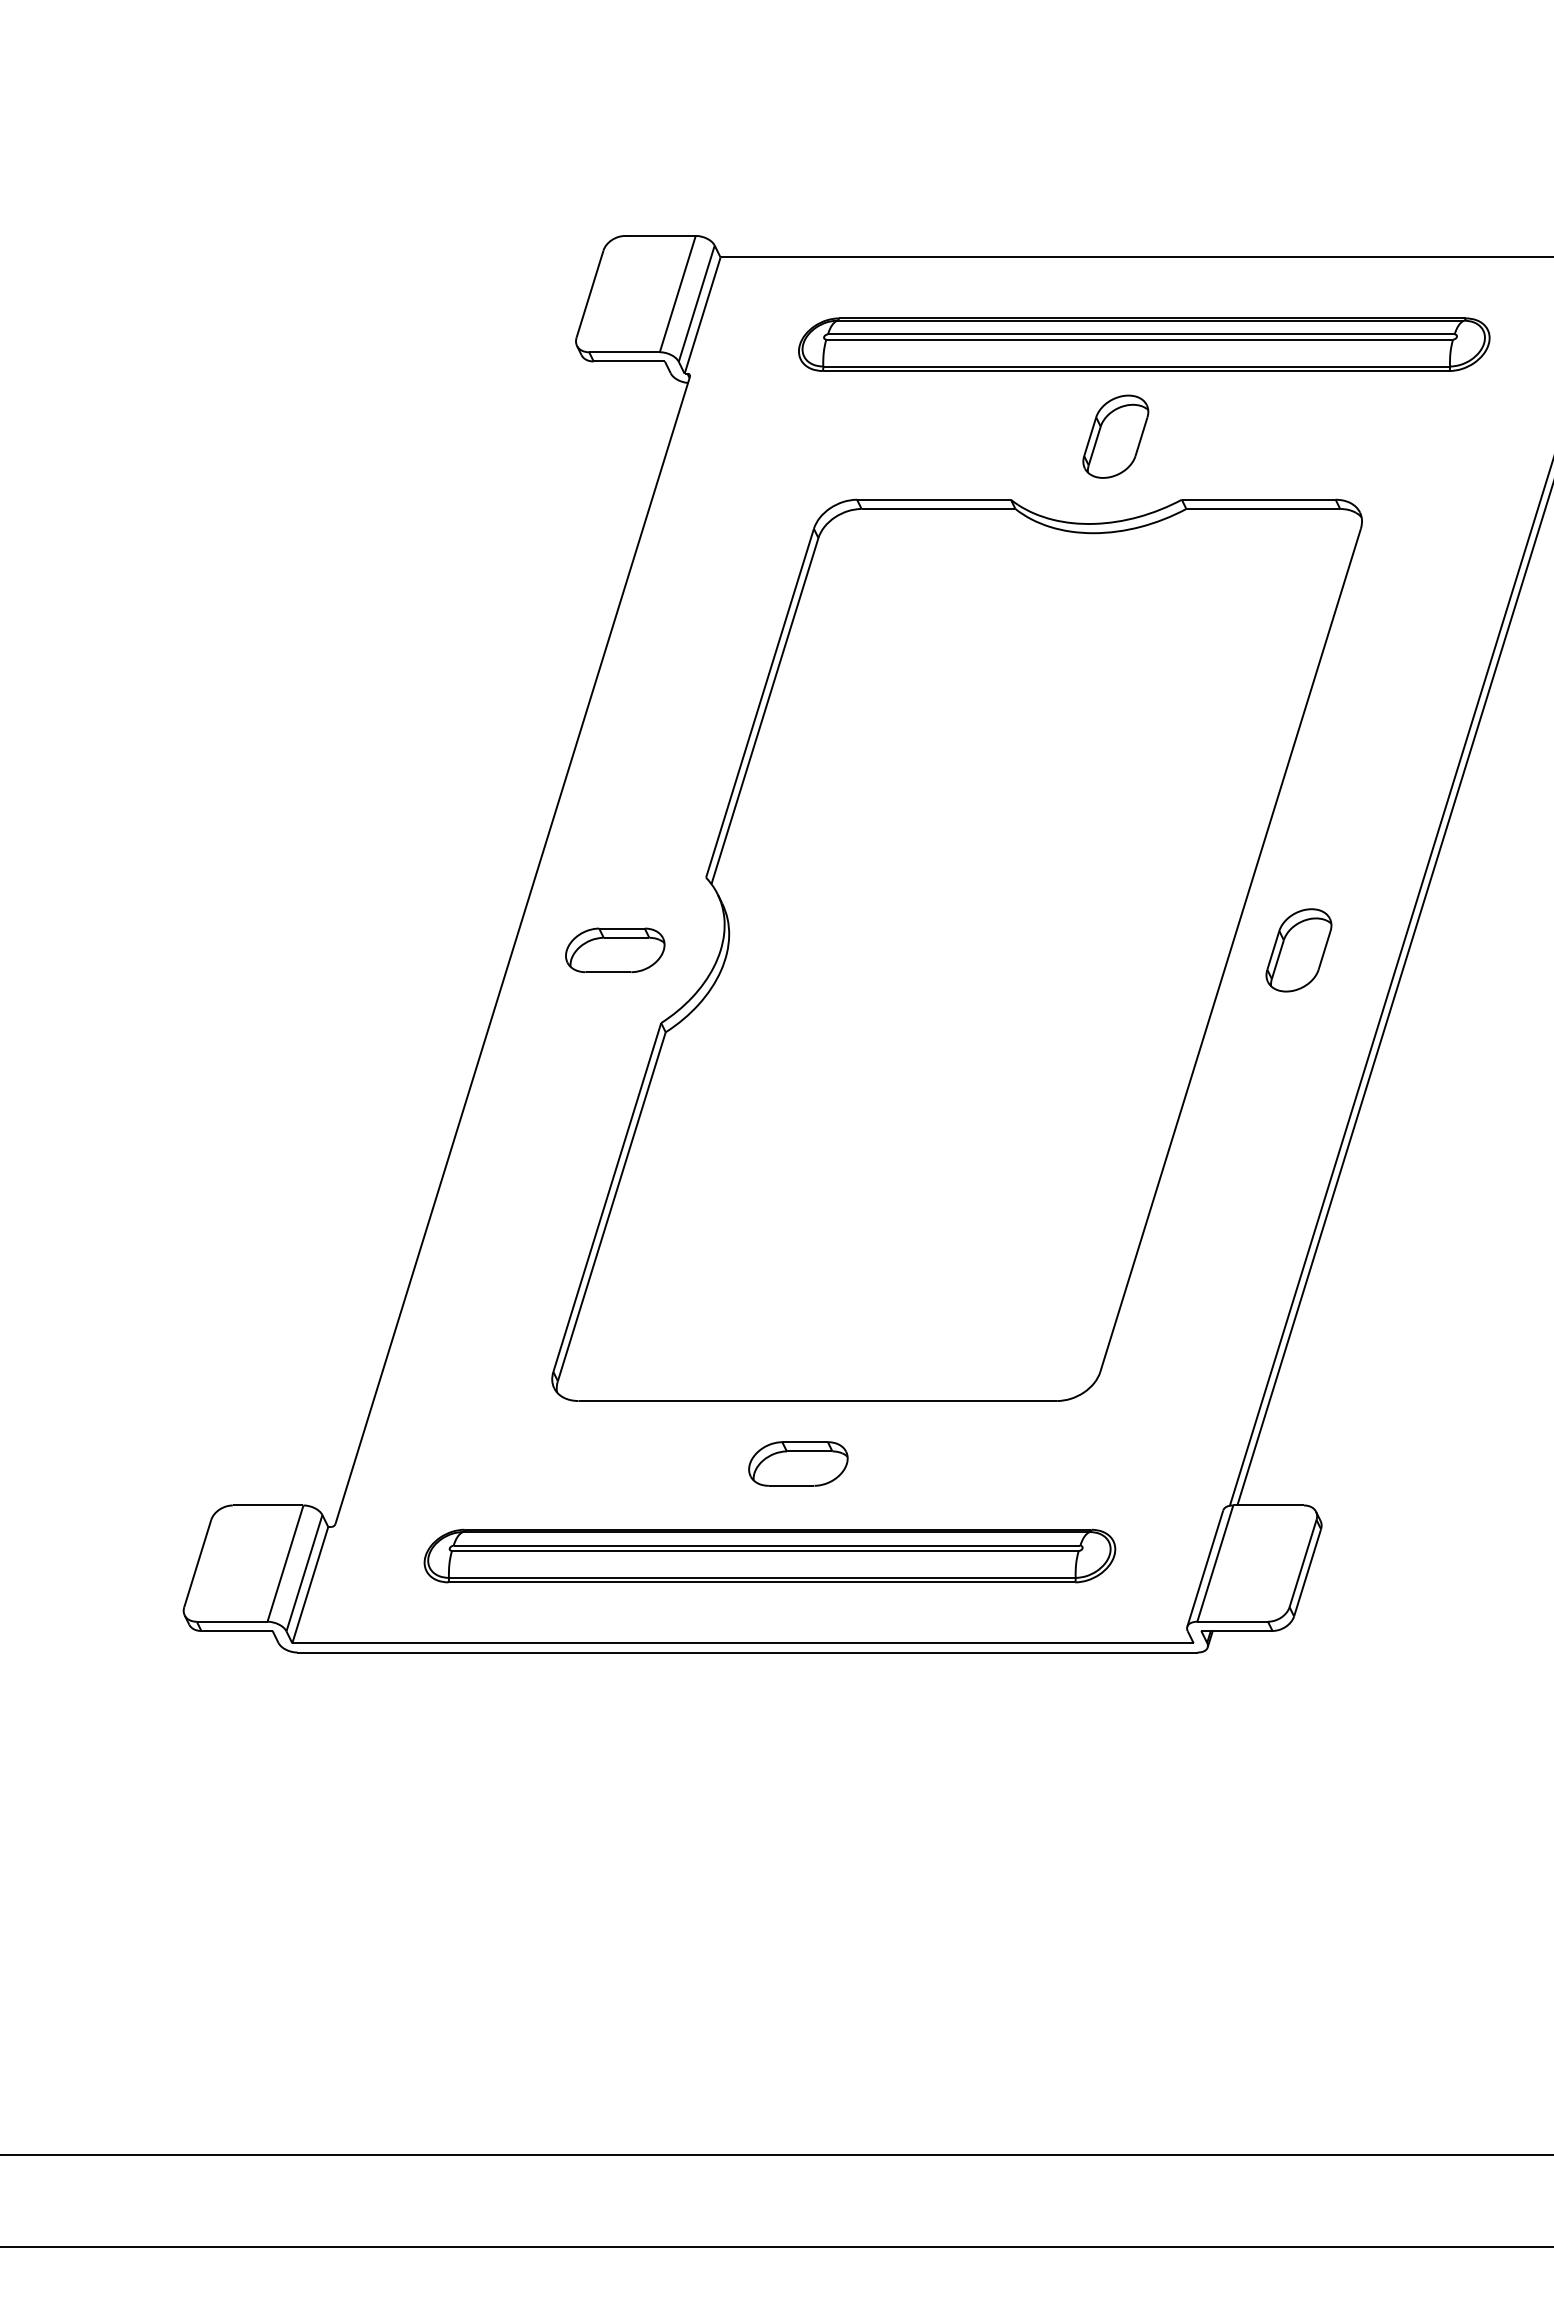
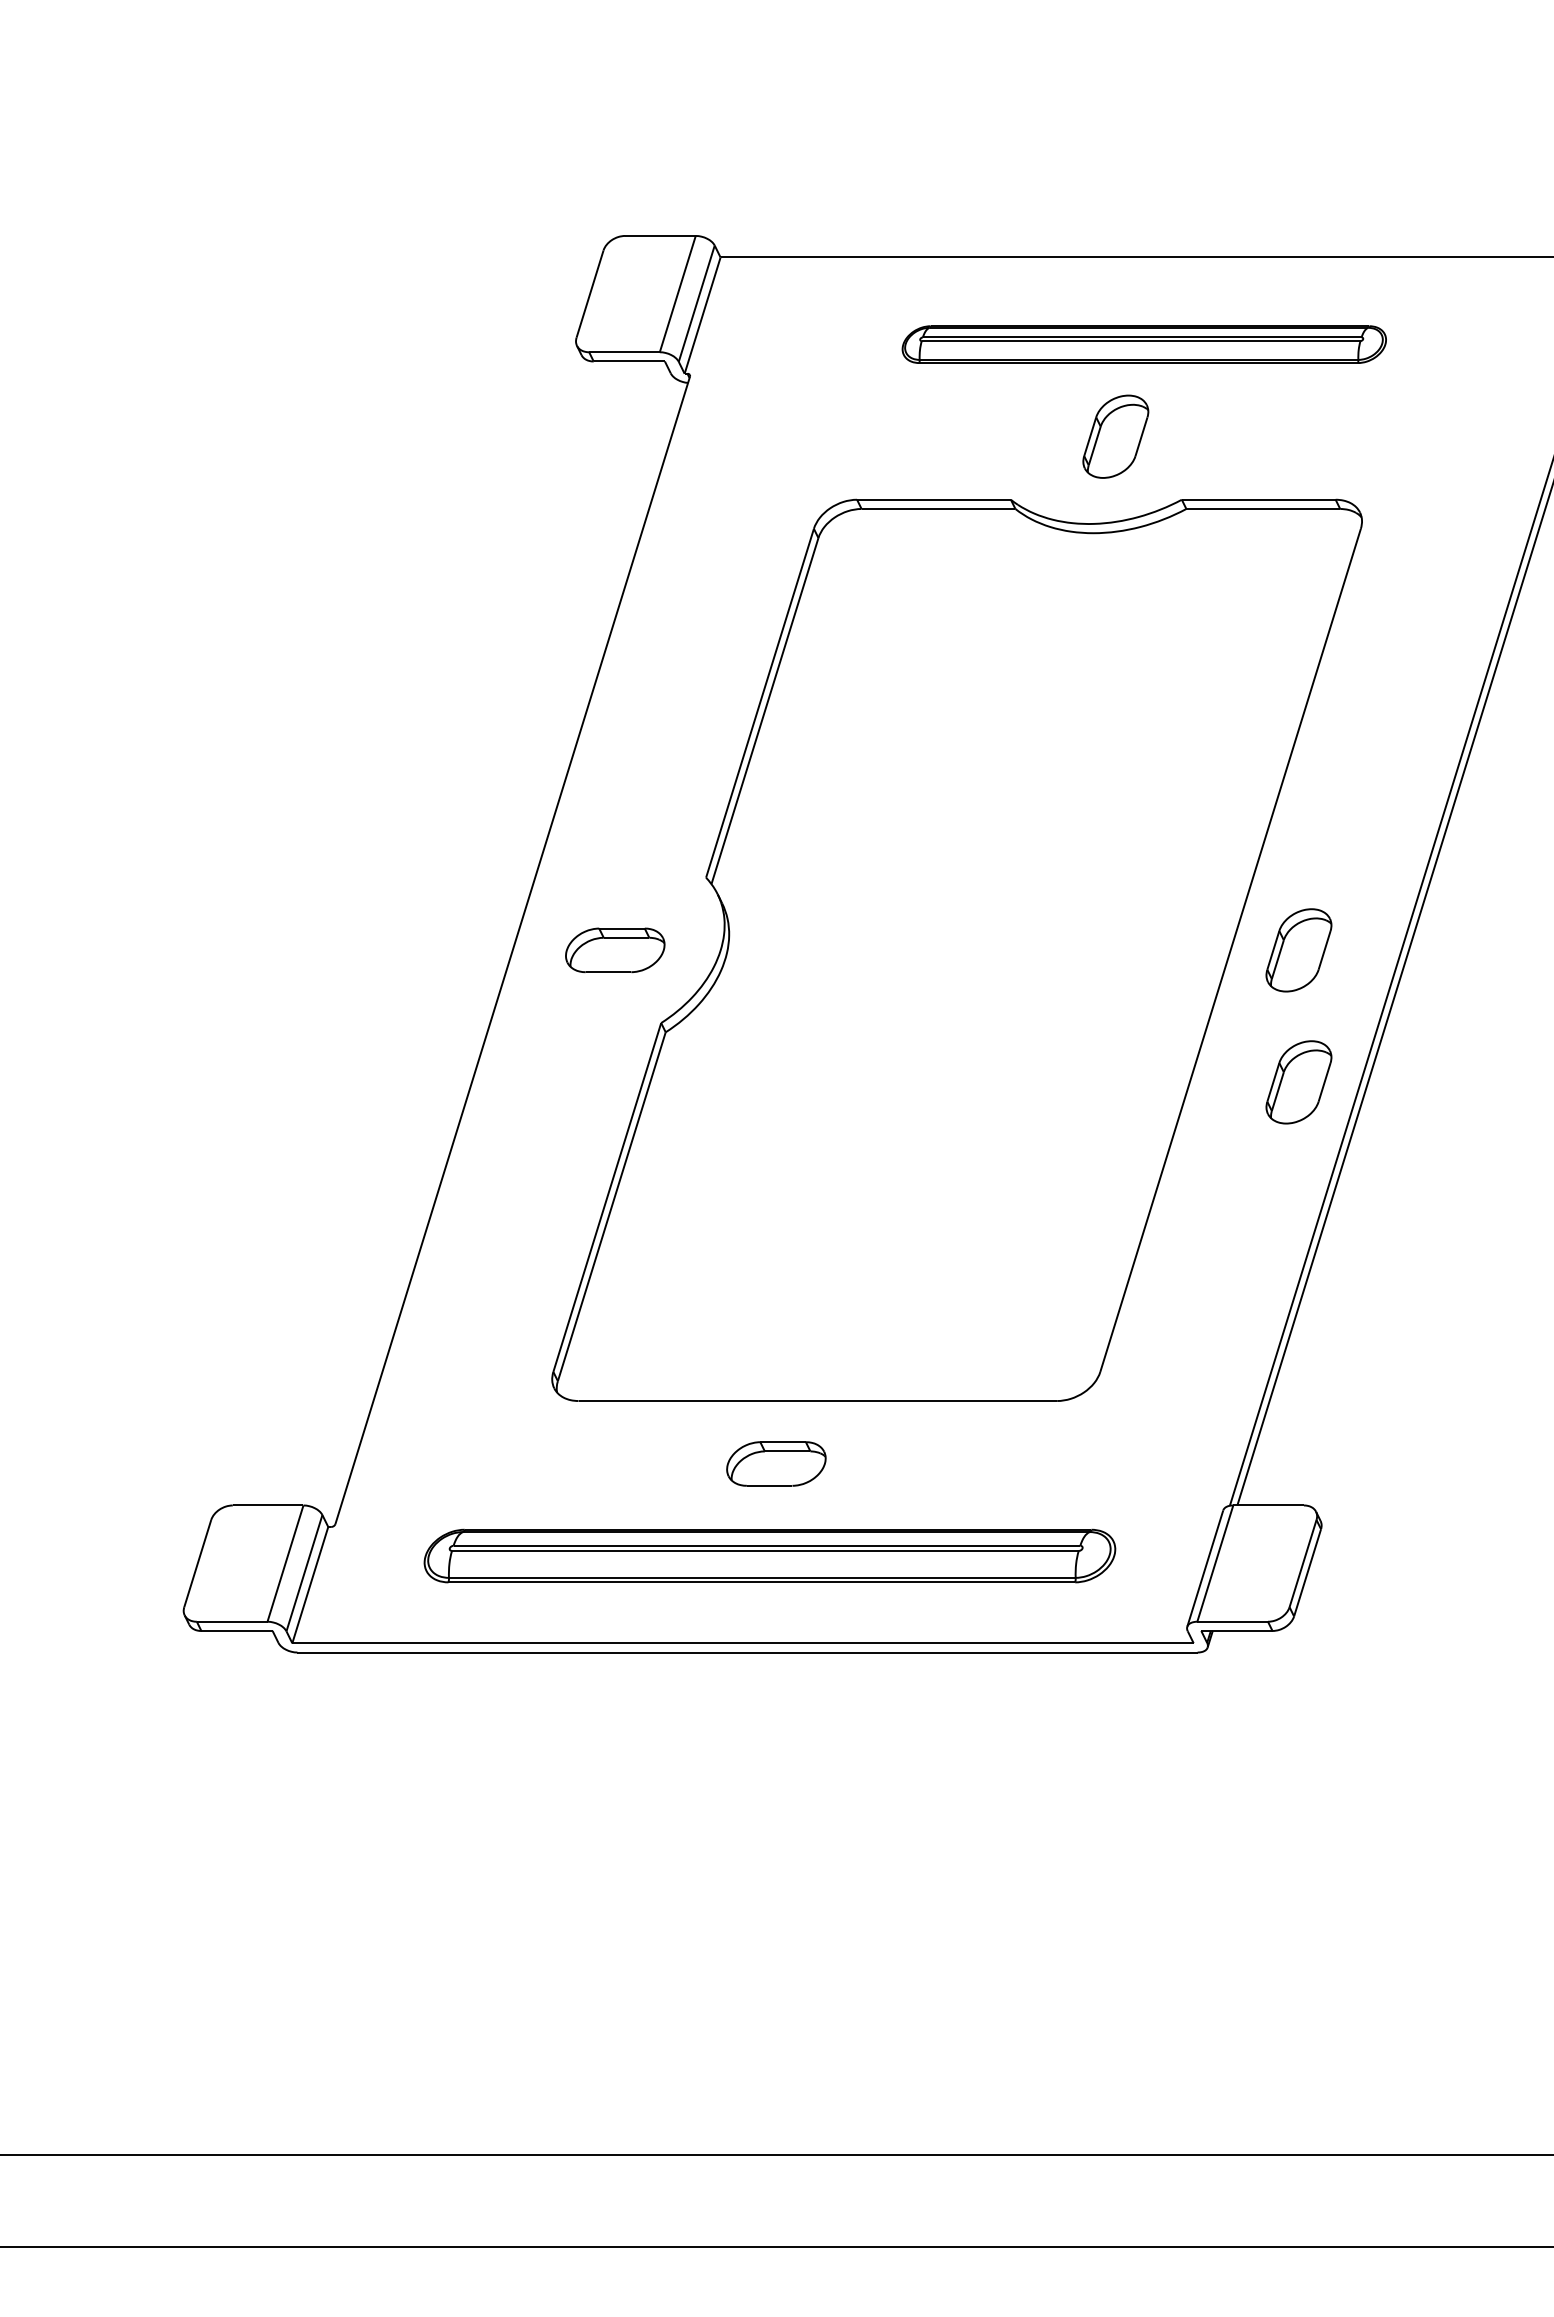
part at (1144, 344) size: 693x55 px -> 486x39 px
part at (1298, 1082): none -> present
part at (798, 1463) position: (798, 1463) -> (776, 1463)
